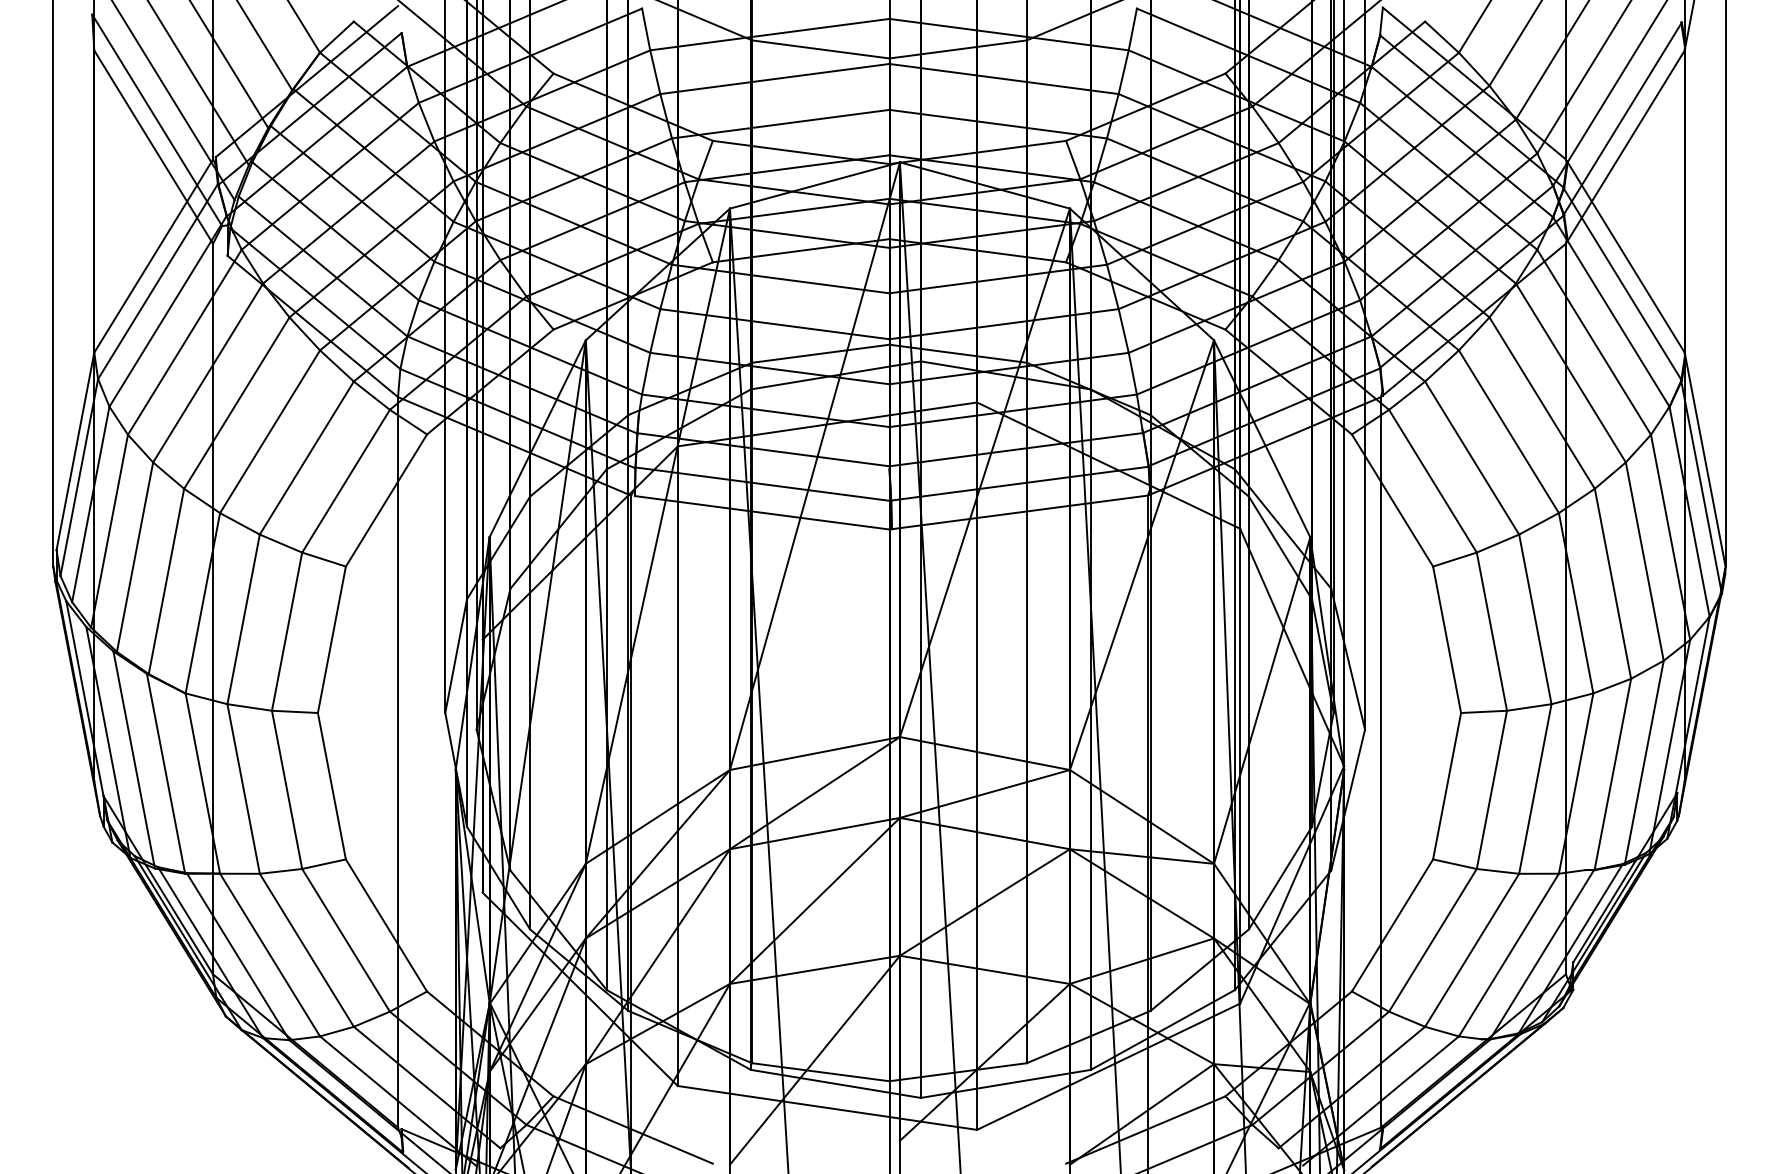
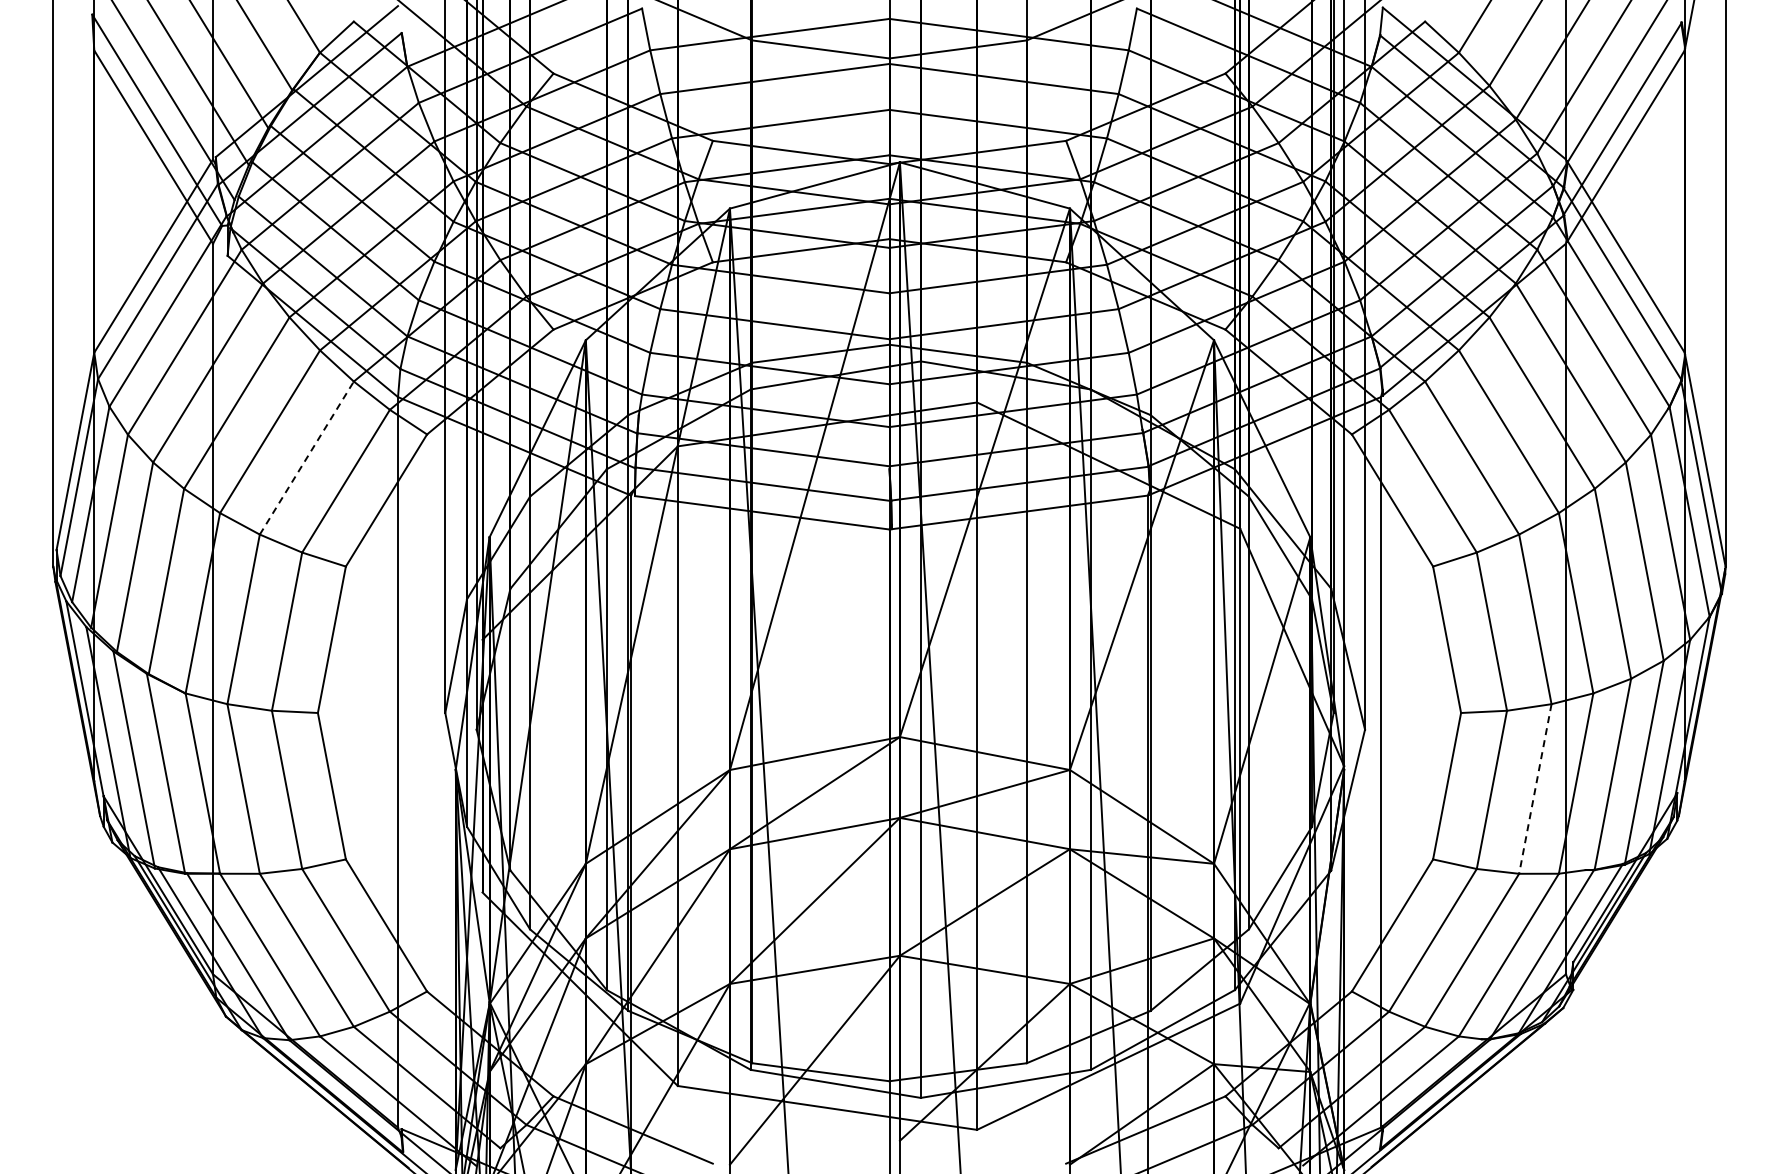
line at (306, 458): solid -> dashed
line at (1535, 789): solid -> dashed
